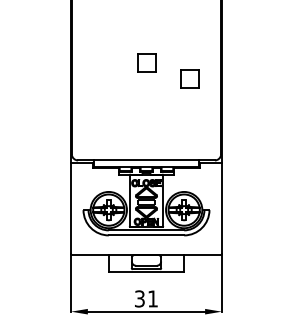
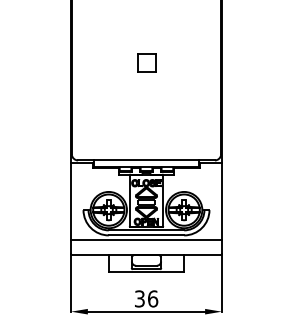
part at (189, 78): present -> none
line at (146, 240): none -> present
text at (153, 298): 31 -> 36
